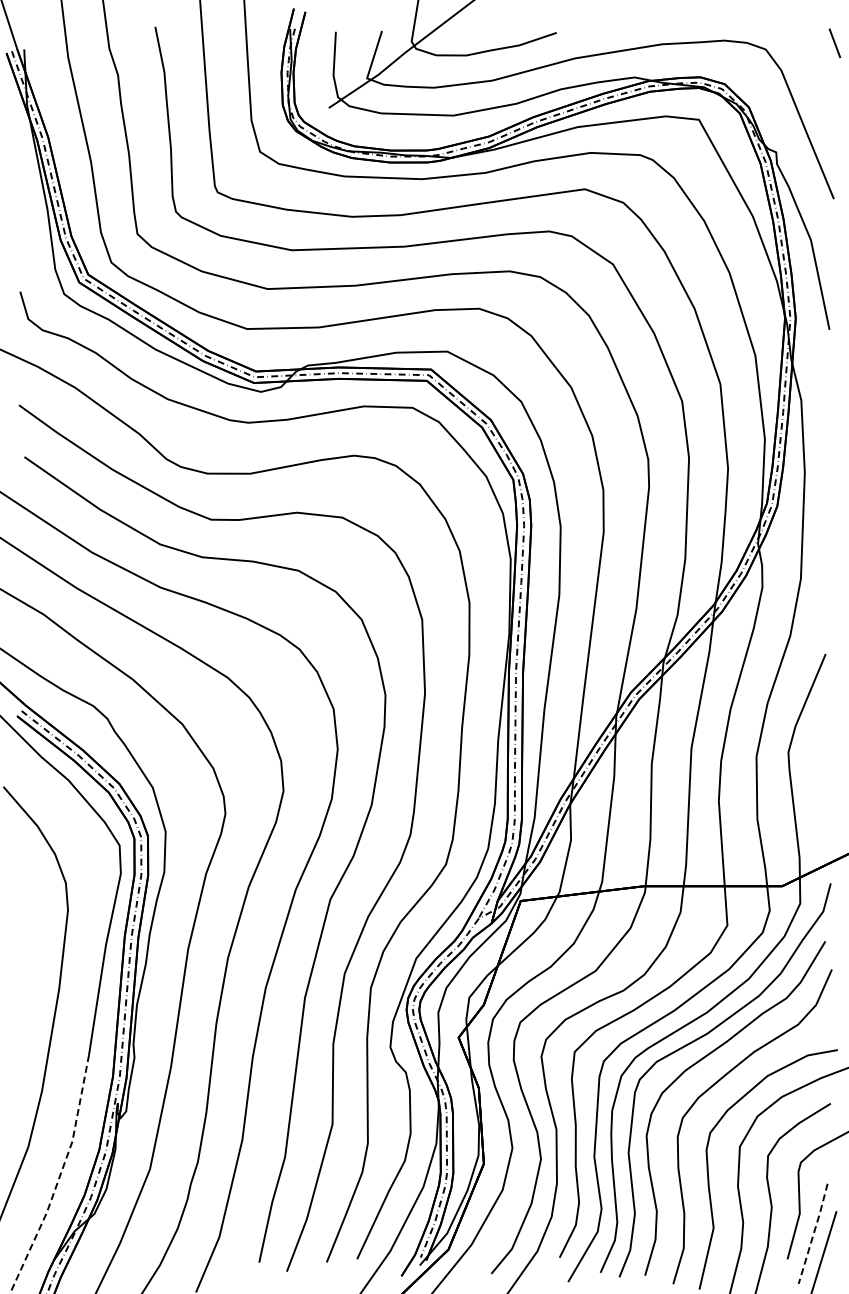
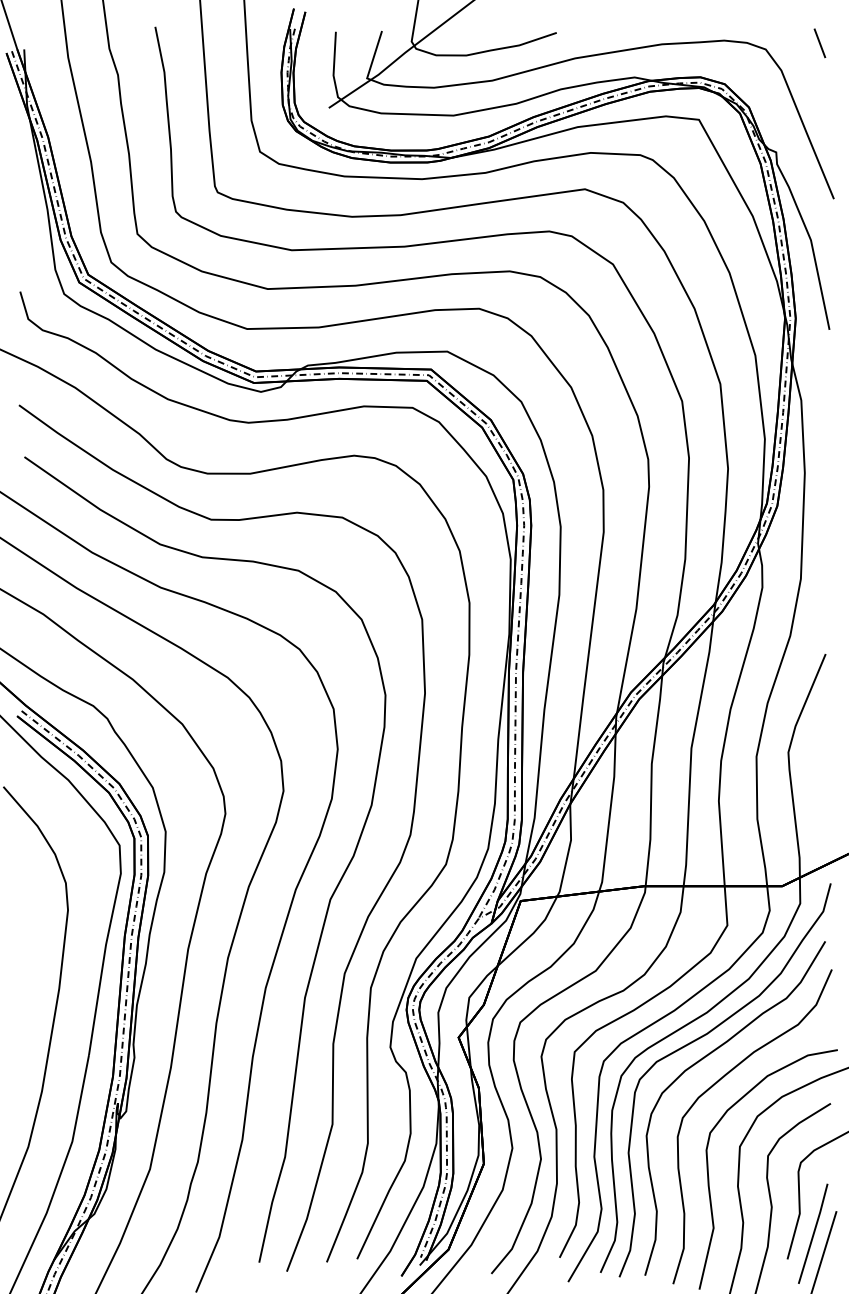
line at (834, 43) position: (834, 43) -> (819, 43)
line at (59, 1177): dashed -> solid
line at (813, 1233): dashed -> solid
